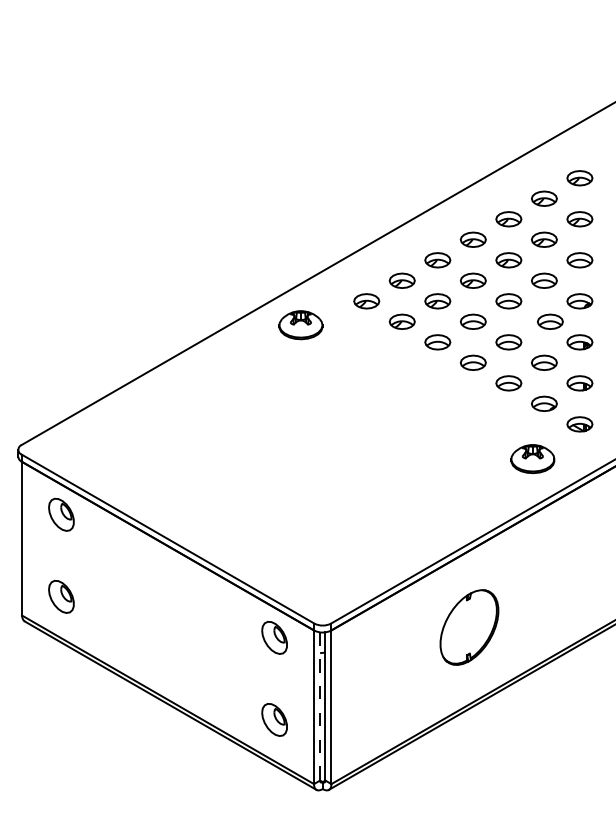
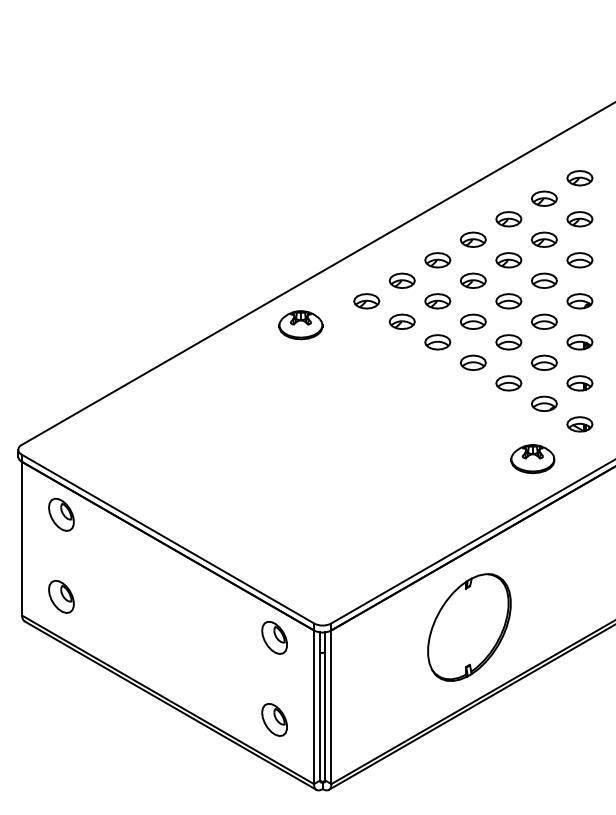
part at (550, 321) position: (550, 321) -> (544, 321)
part at (469, 627) size: 61x77 px -> 85x109 px
line at (320, 706): dashed -> solid
